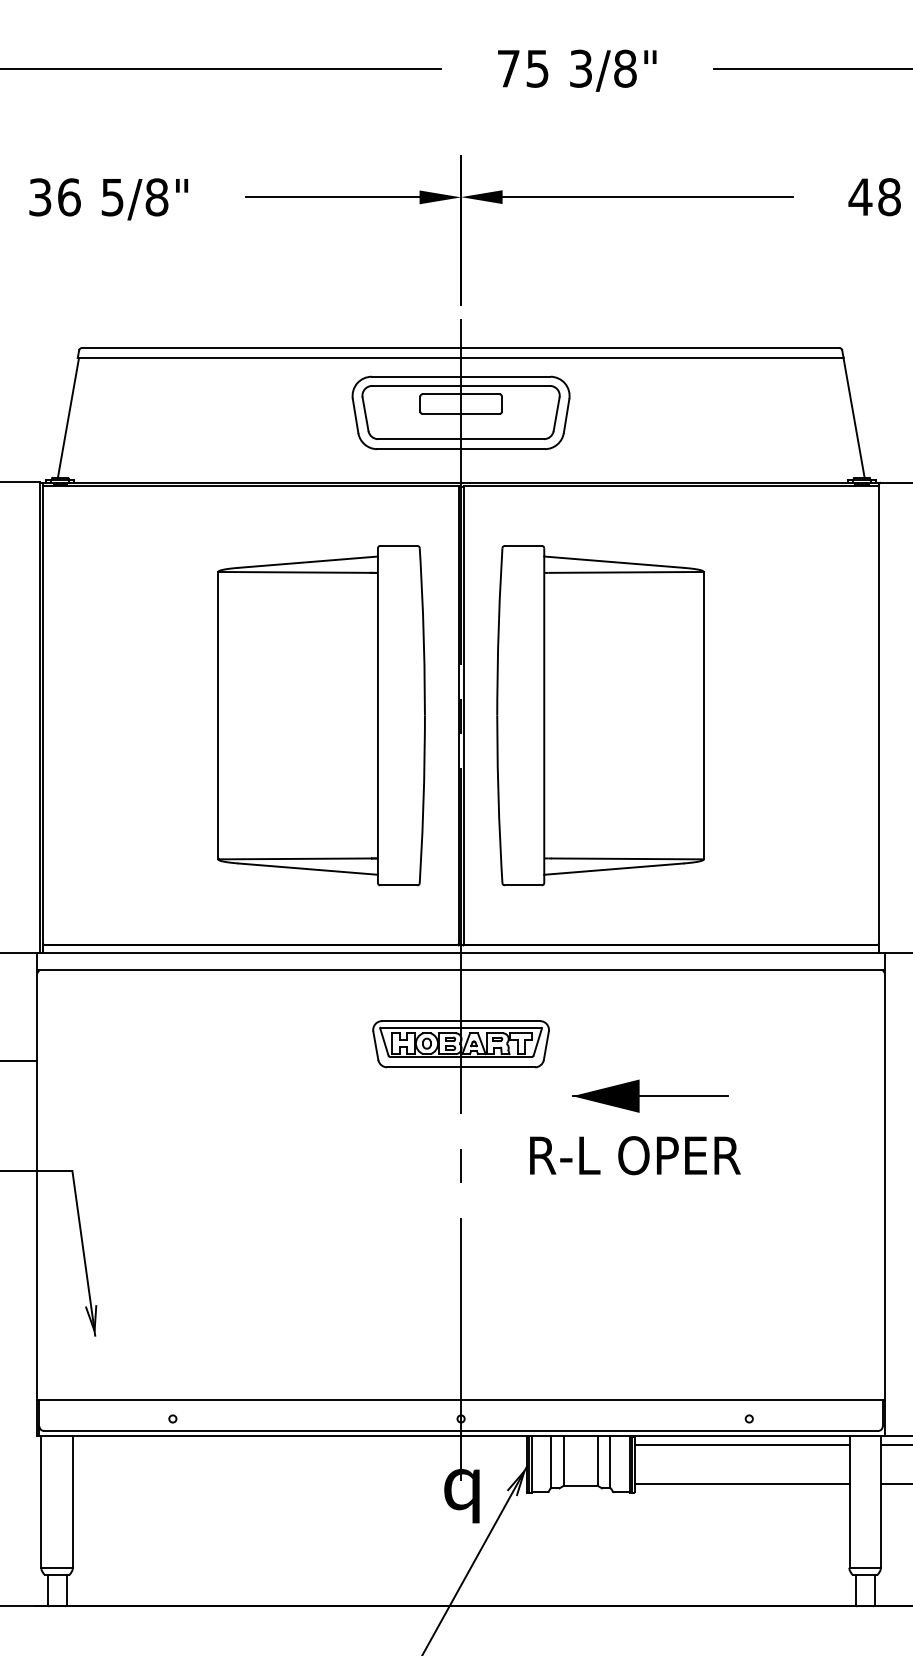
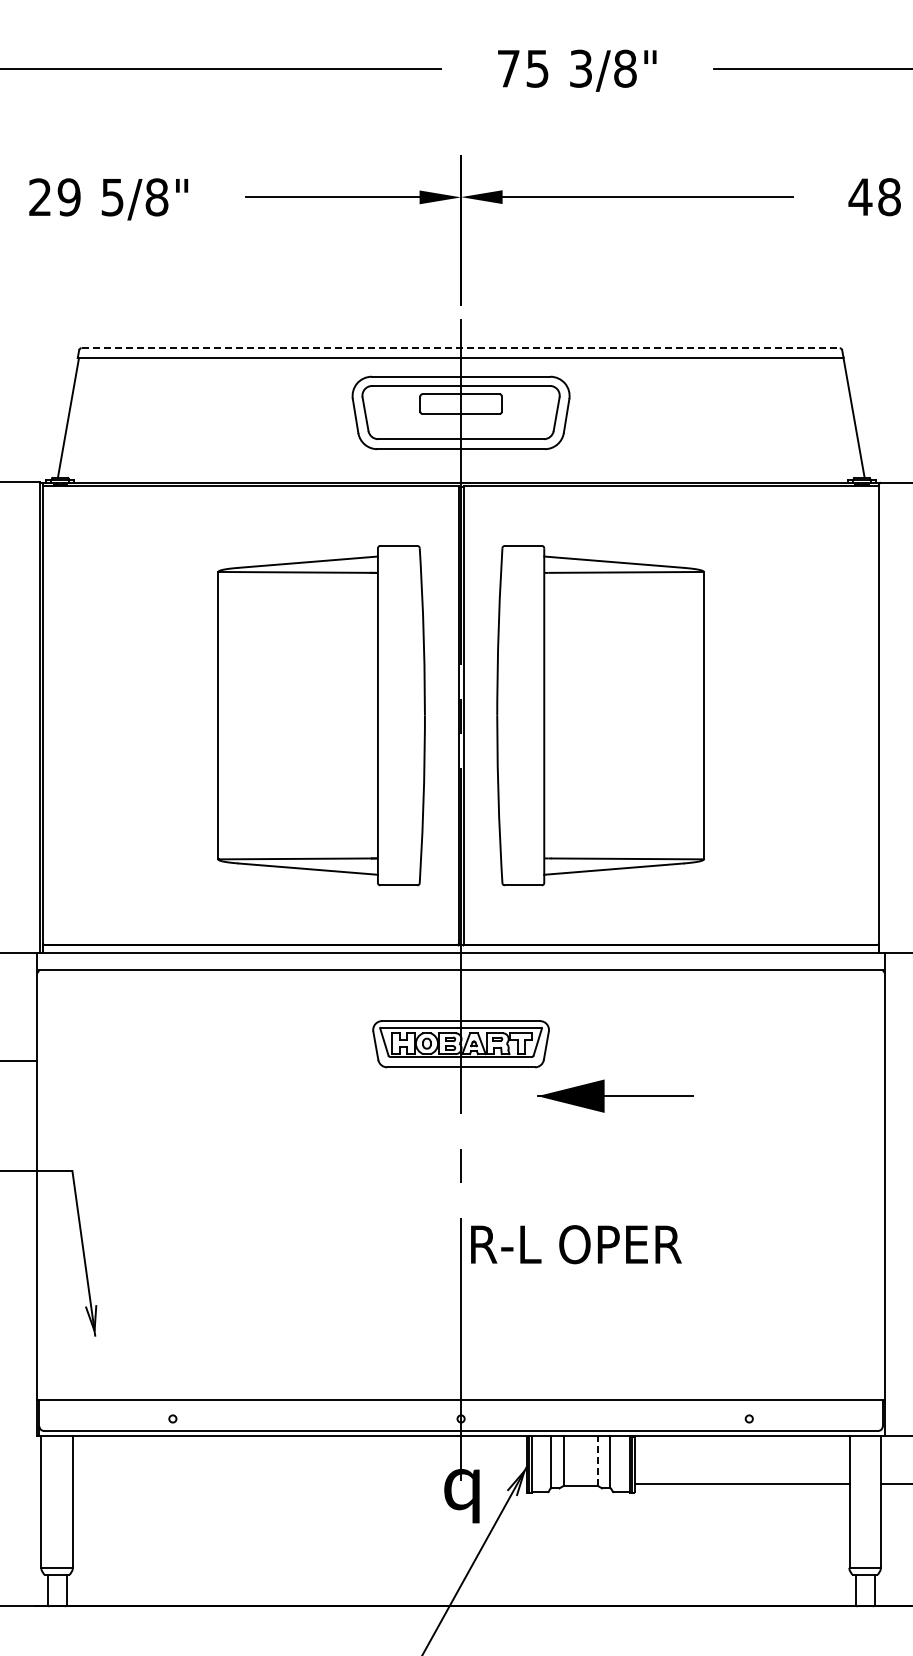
text at (54, 197): 36 -> 29
line at (461, 348): solid -> dashed
part at (650, 1095) position: (650, 1095) -> (615, 1095)
text at (635, 1155) position: (635, 1155) -> (576, 1244)
line at (741, 1445): present -> none
line at (894, 1445): present -> none
line at (597, 1460): solid -> dashed
